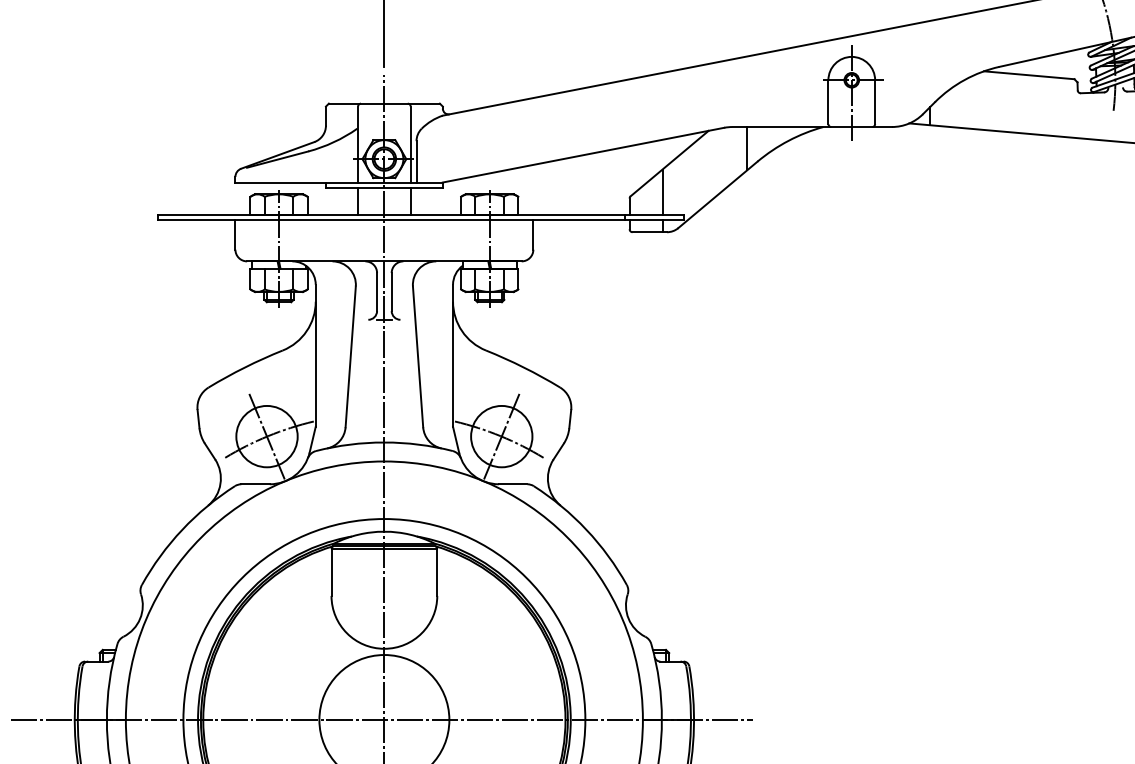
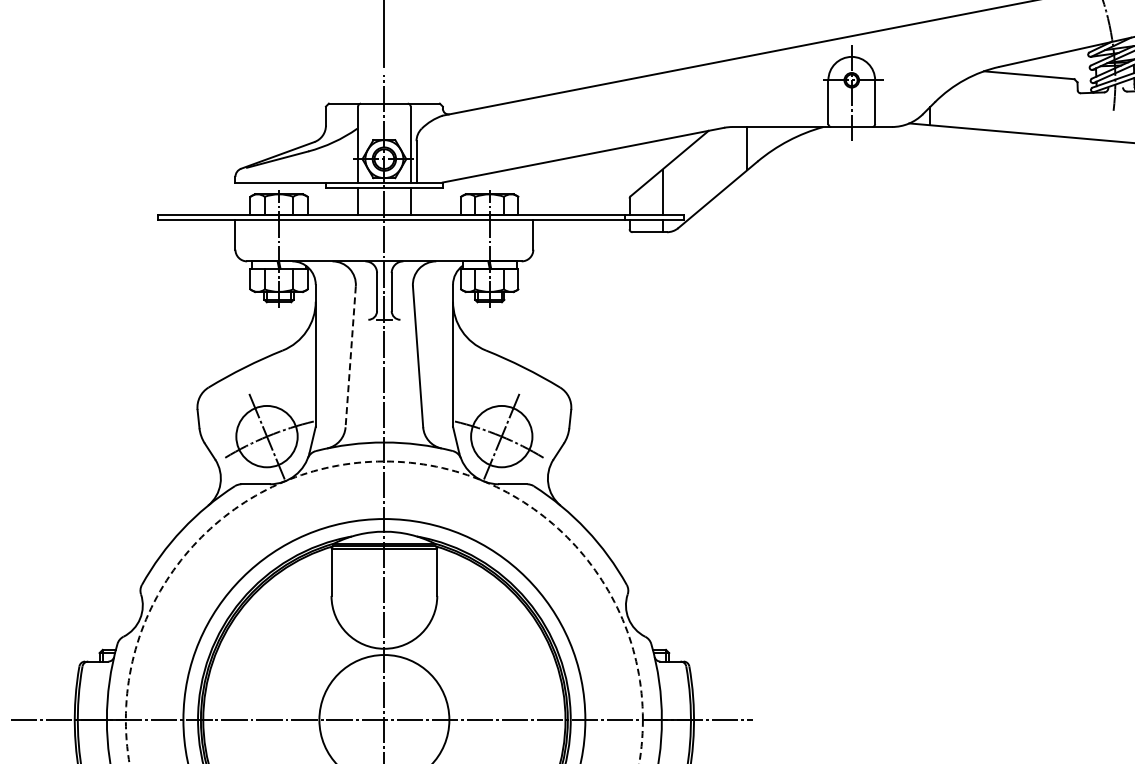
line at (350, 356): solid -> dashed
circle at (383, 612): solid -> dashed
